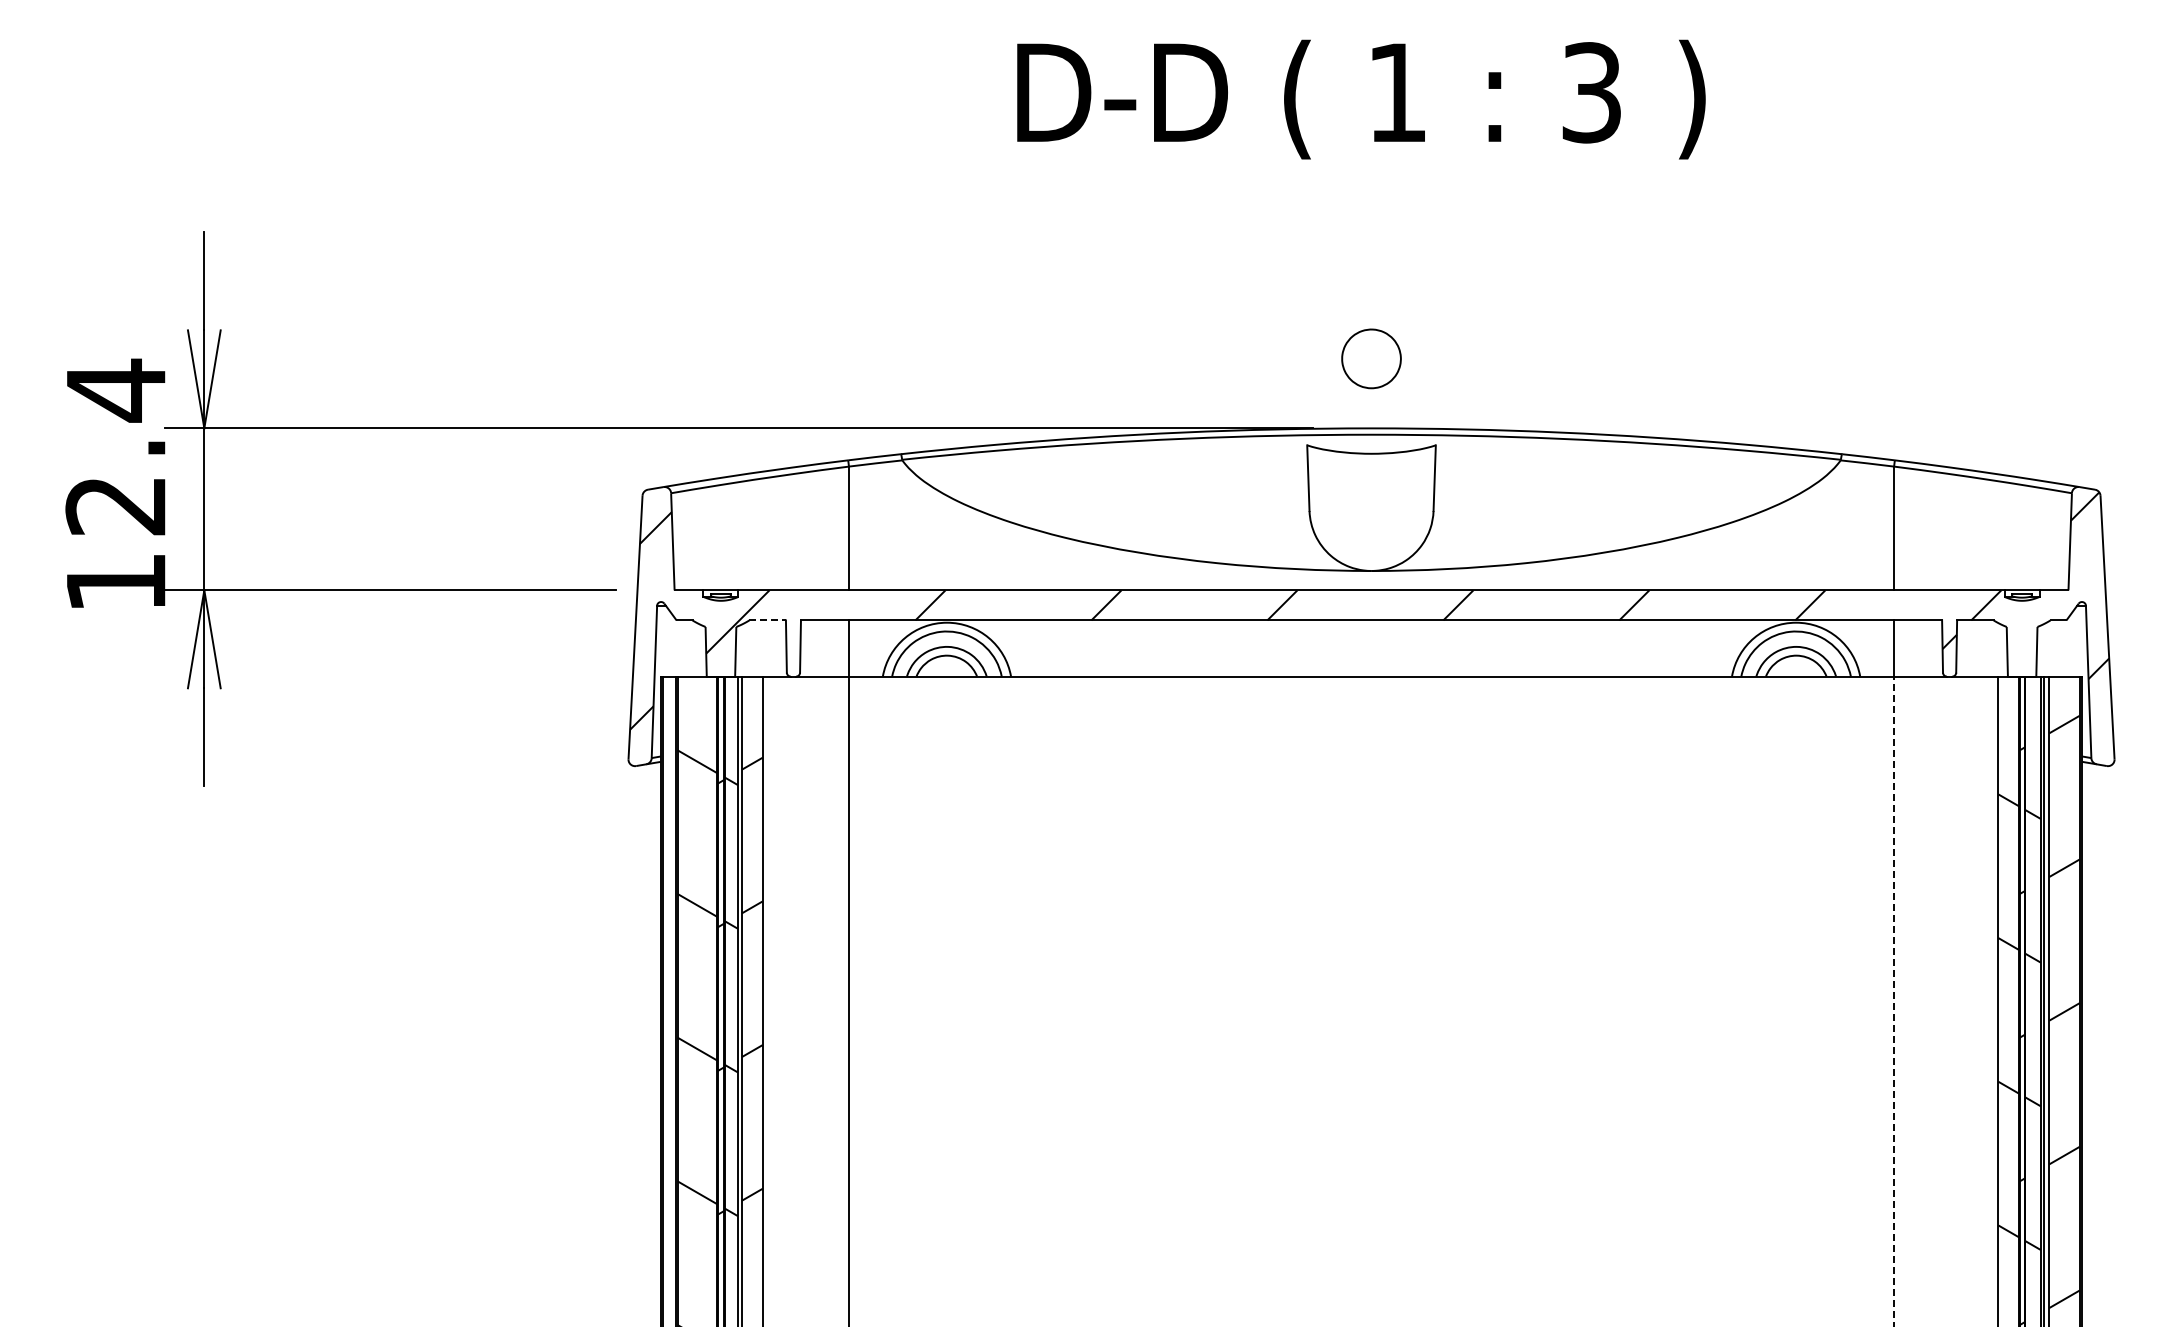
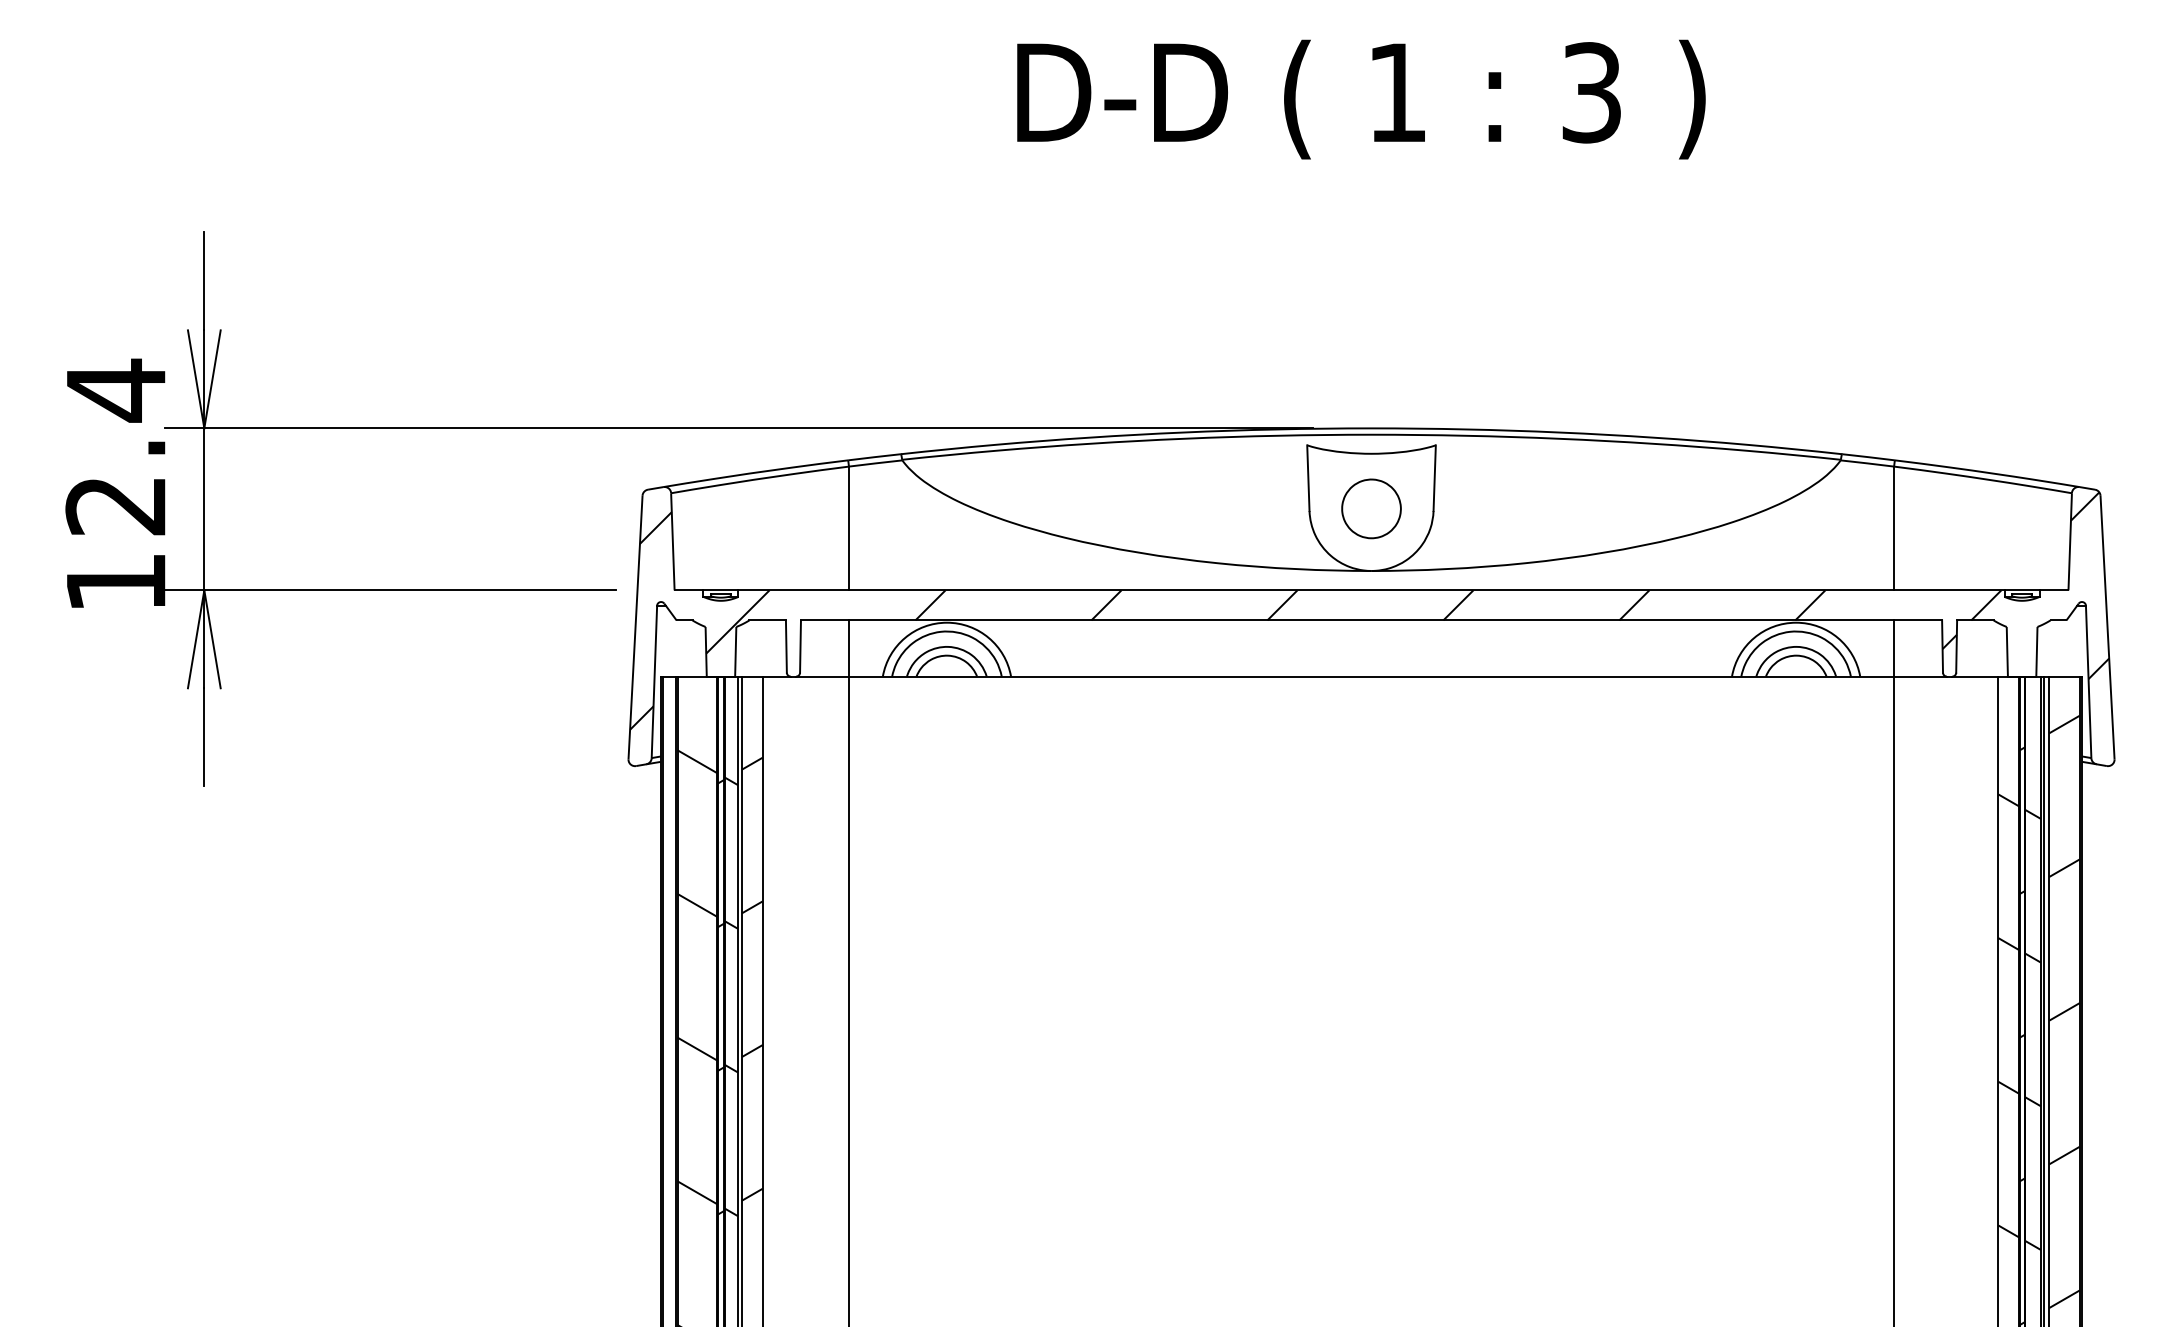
part at (1371, 358) position: (1371, 358) -> (1371, 508)
line at (768, 620): dashed -> solid
line at (1894, 1001): dashed -> solid
